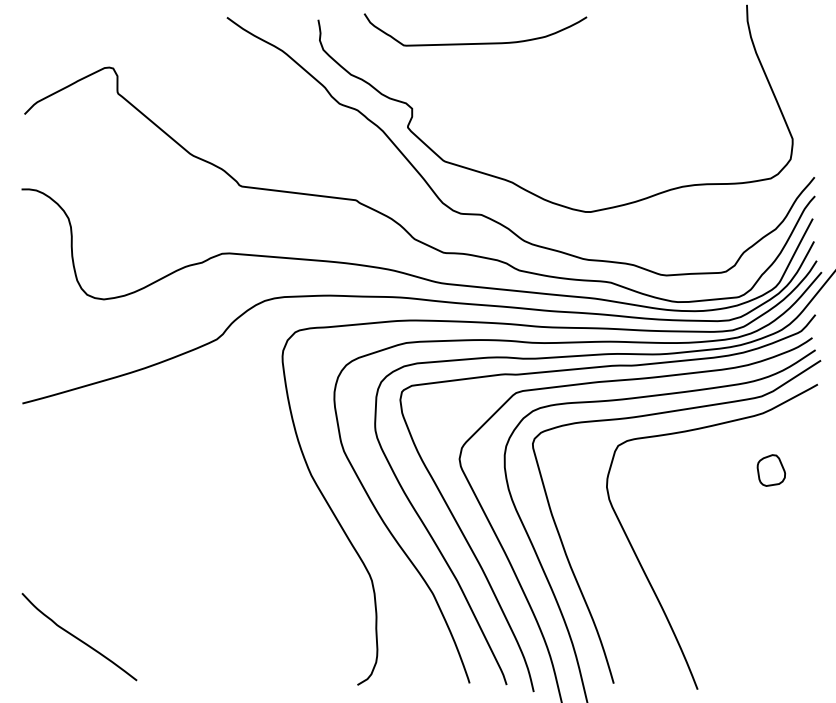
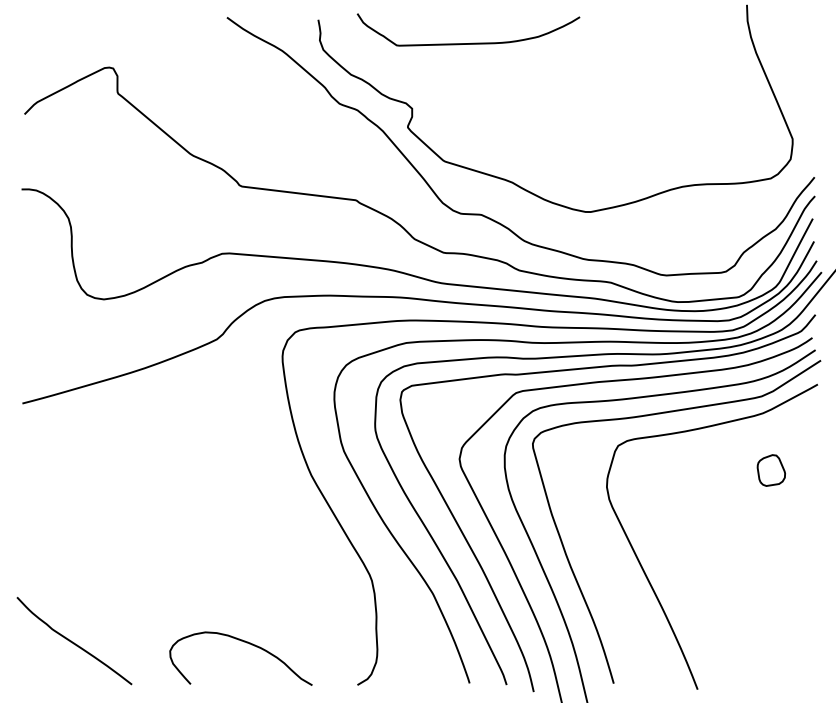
curve at (479, 42) position: (479, 42) -> (472, 42)
curve at (79, 638) position: (79, 638) -> (74, 642)
curve at (246, 643): none -> present
